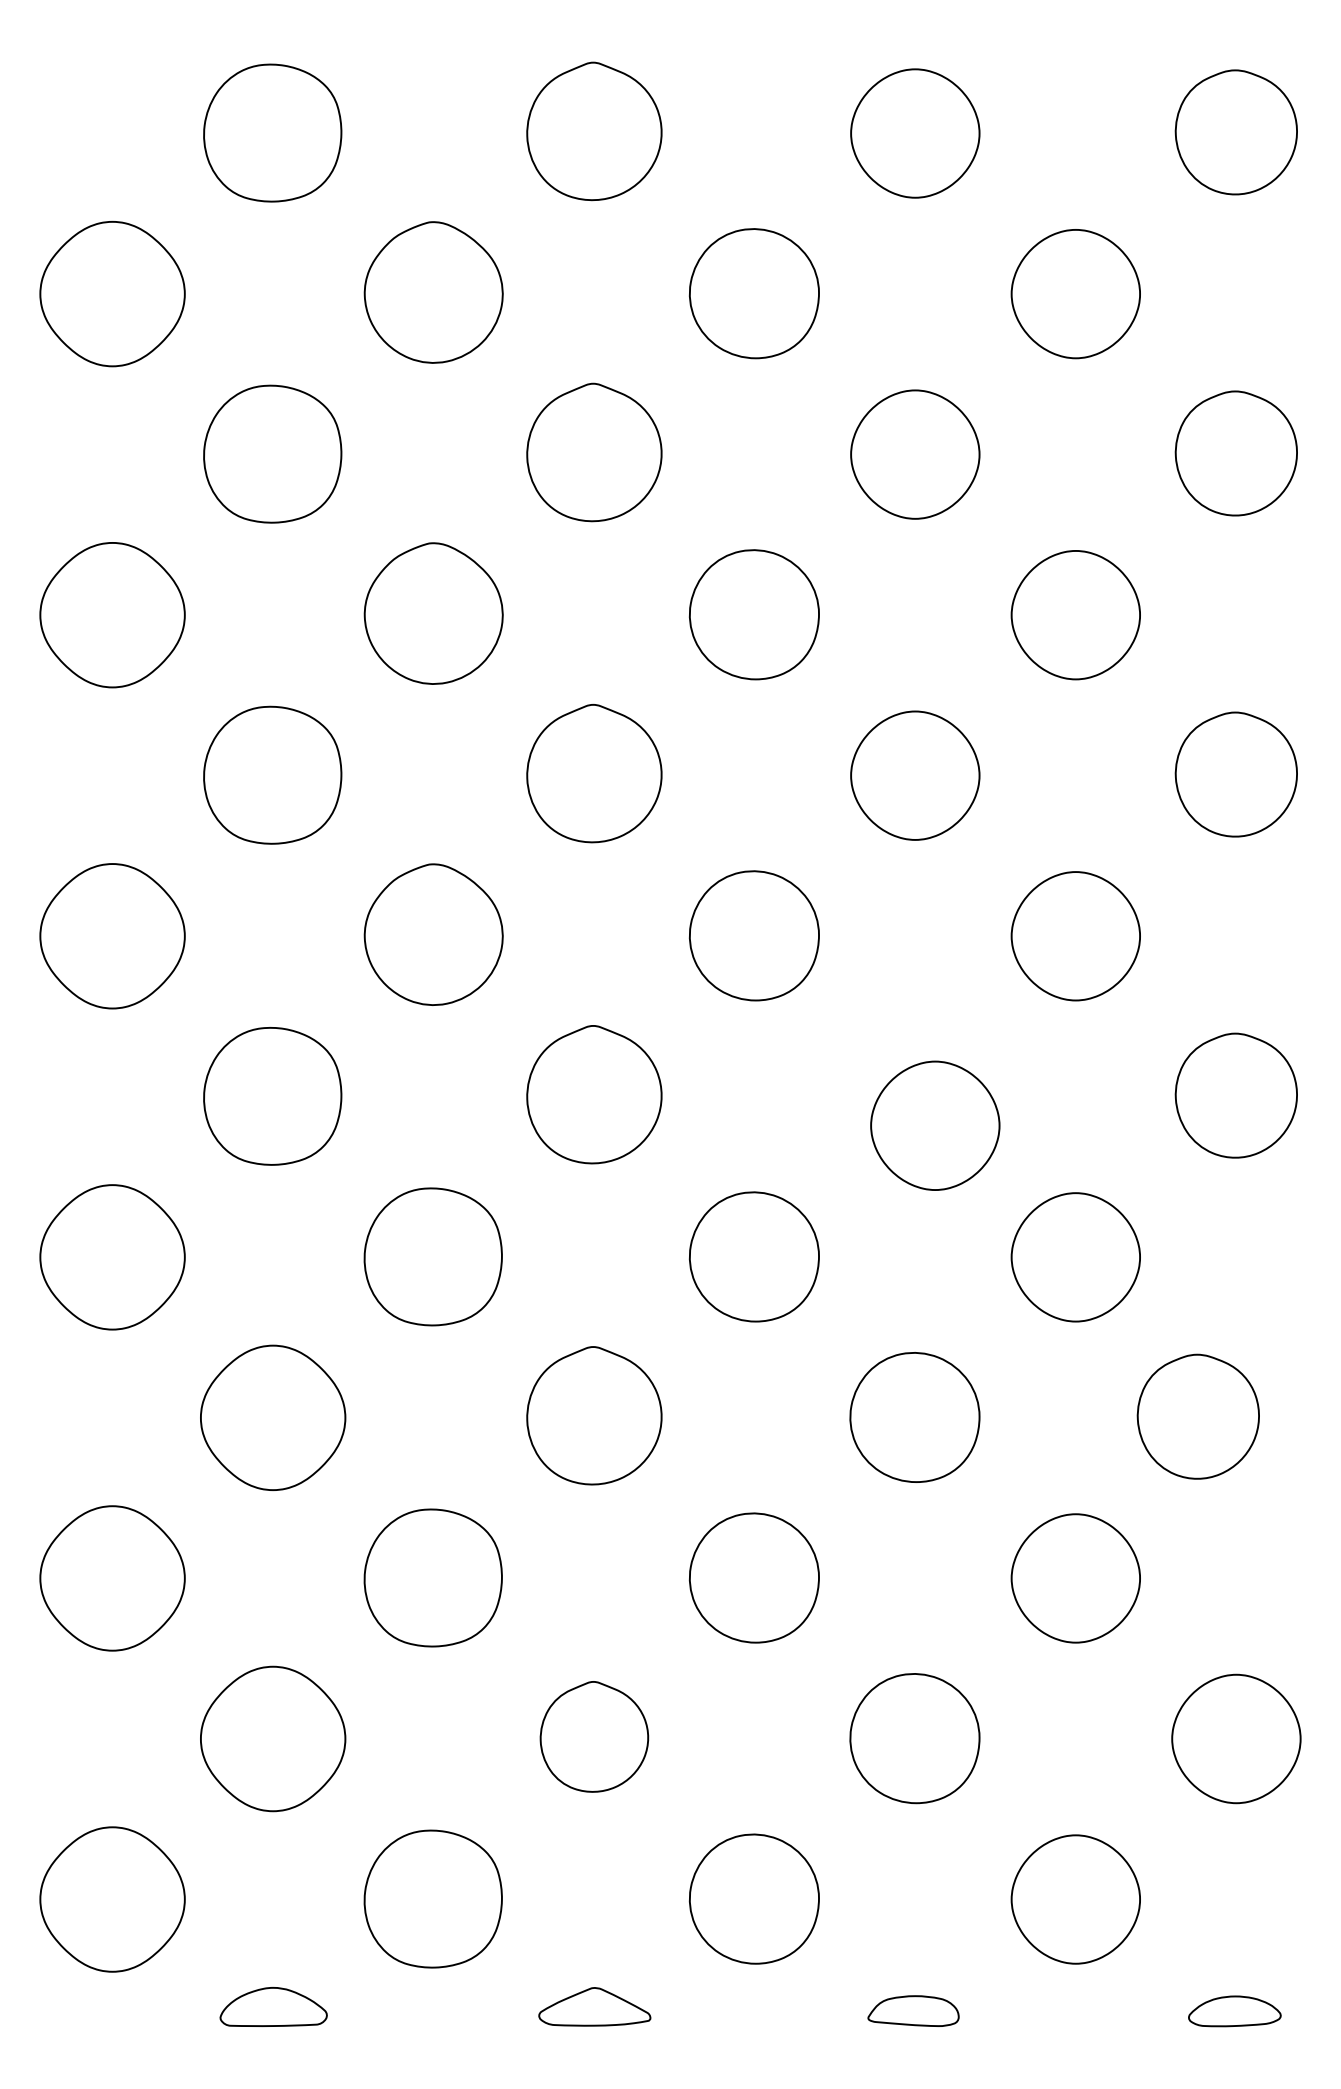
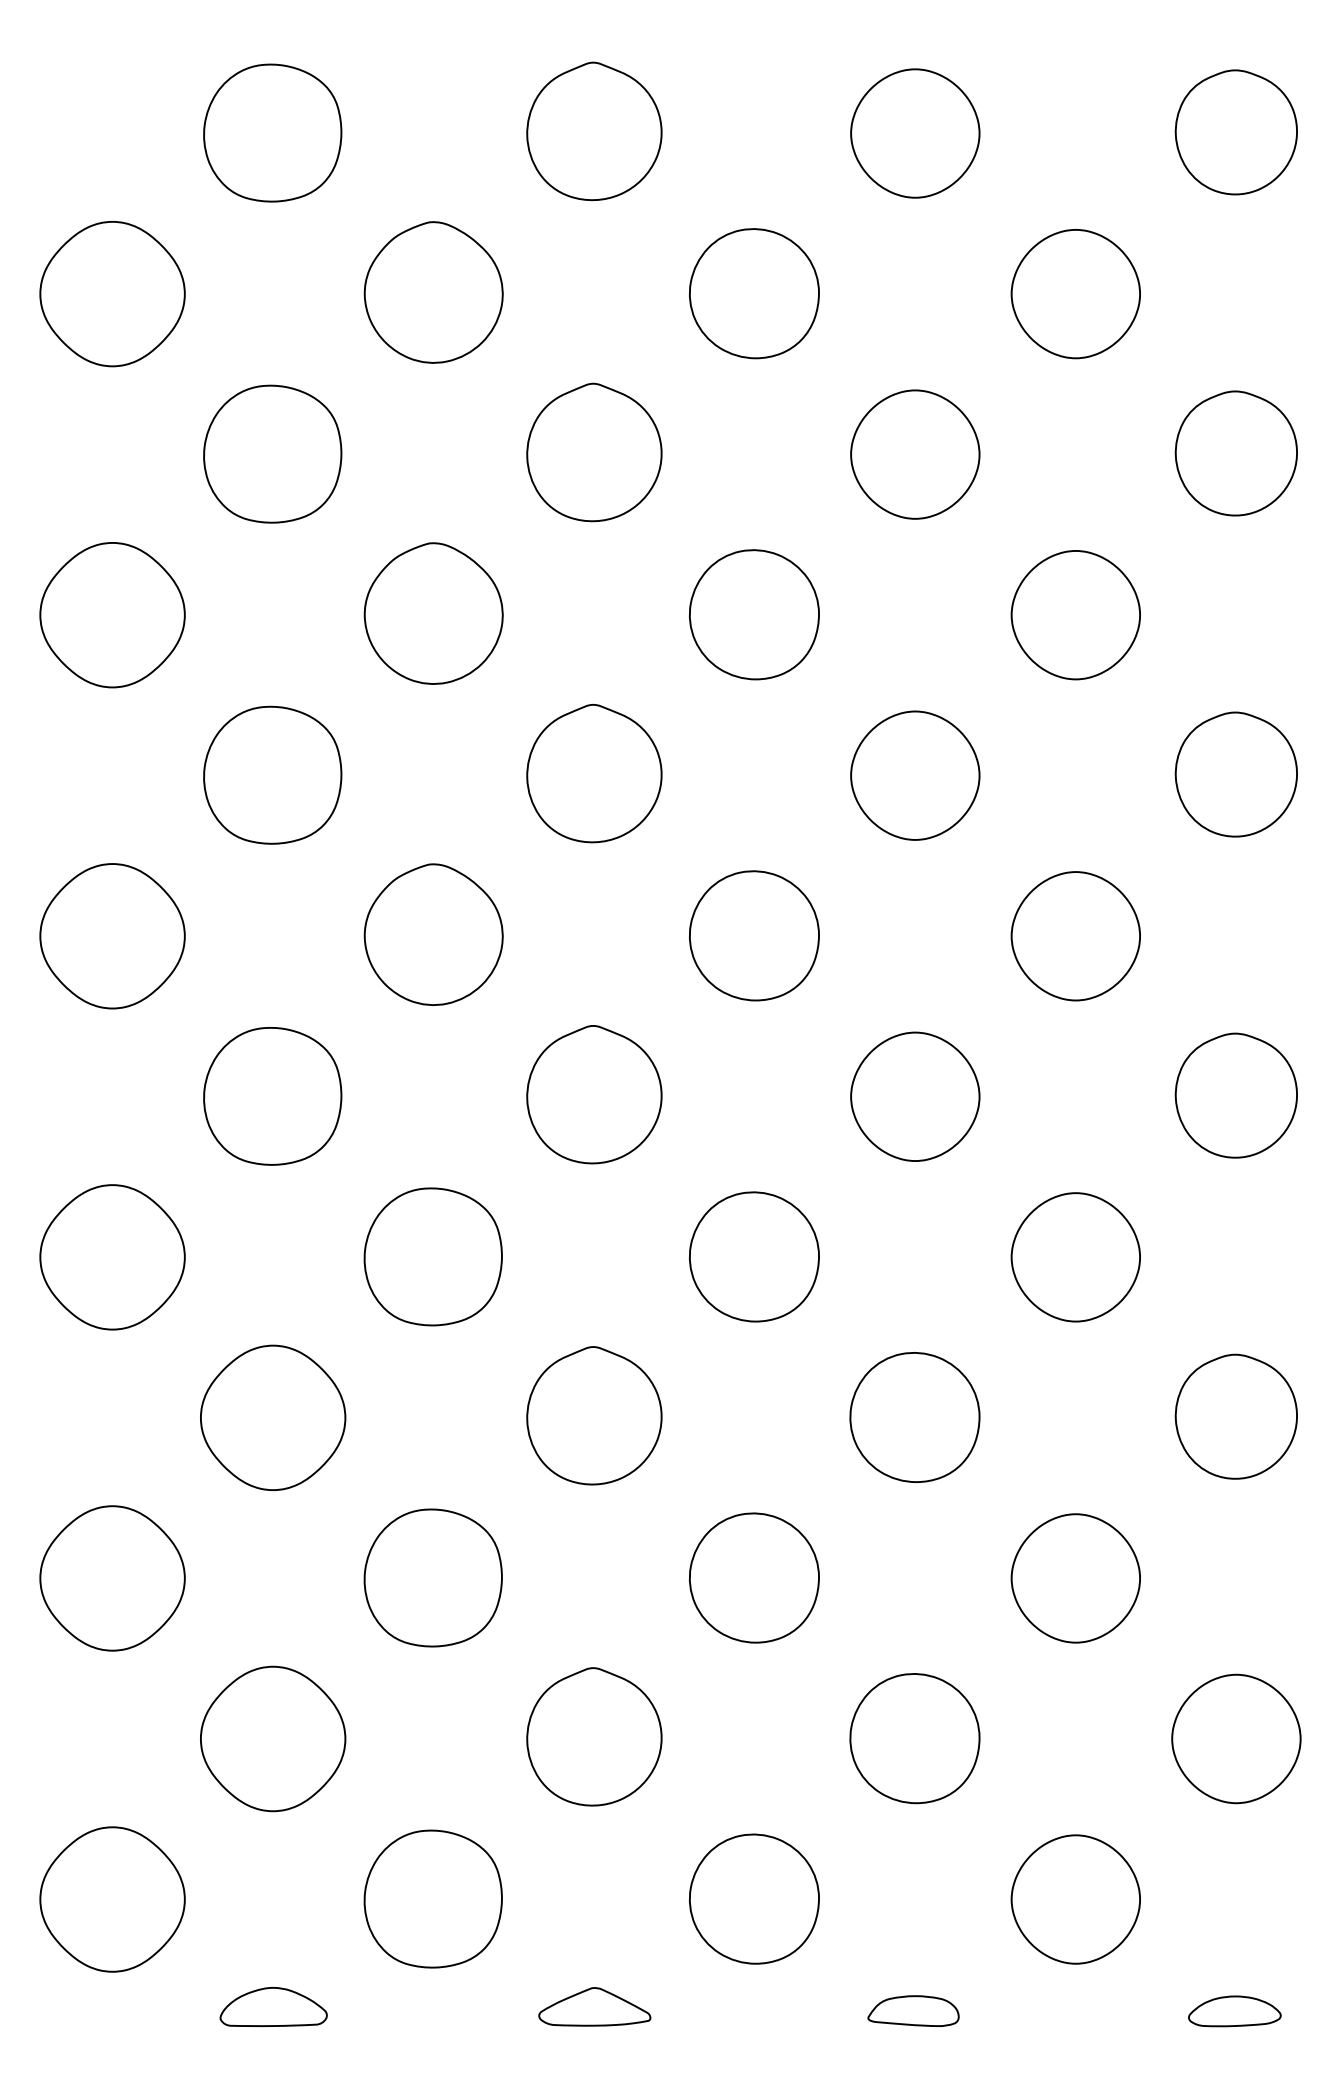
part at (935, 1125) position: (935, 1125) -> (915, 1096)
part at (1197, 1416) position: (1197, 1416) -> (1235, 1416)
part at (594, 1736) size: 111x112 px -> 137x140 px
